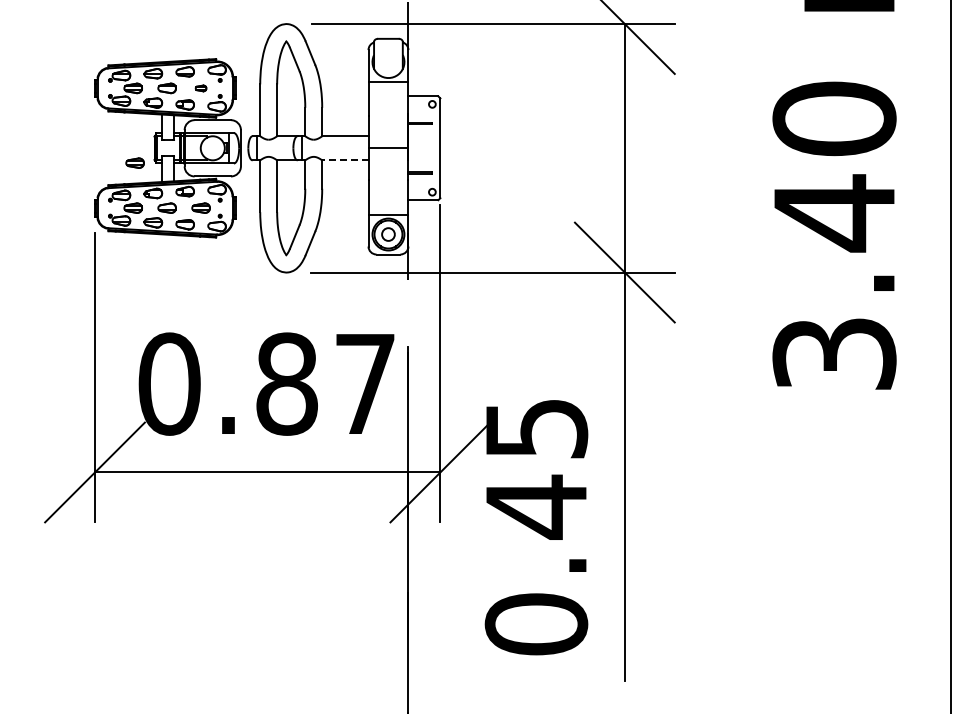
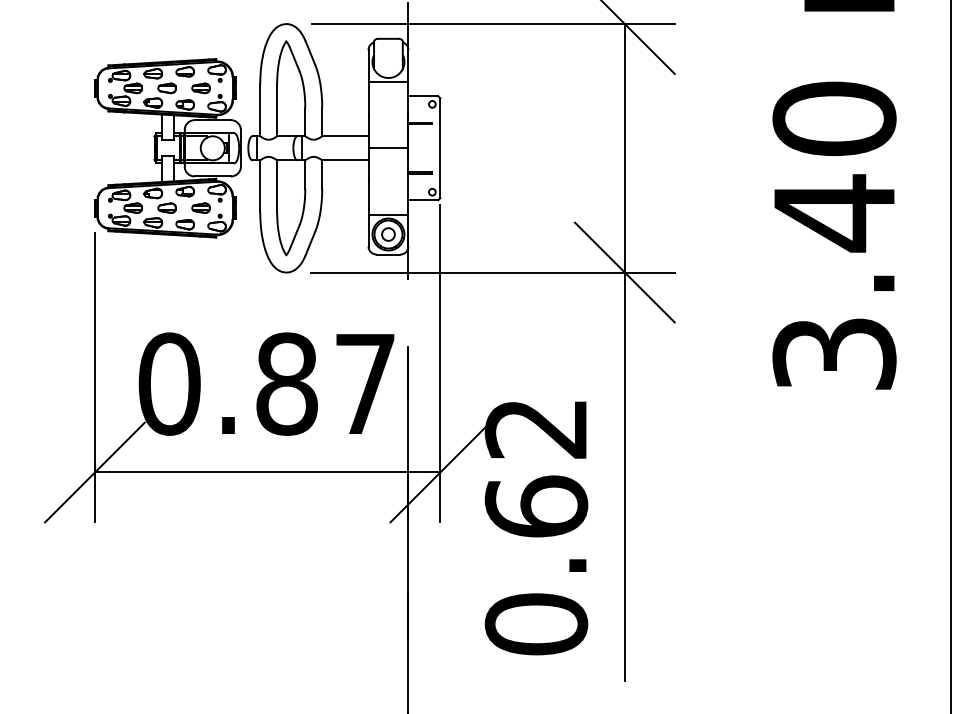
part at (200, 88) size: 14x9 px -> 20x13 px
line at (344, 160): dashed -> solid
part at (134, 162): present -> none
text at (536, 469): 0.45 -> 0.62
